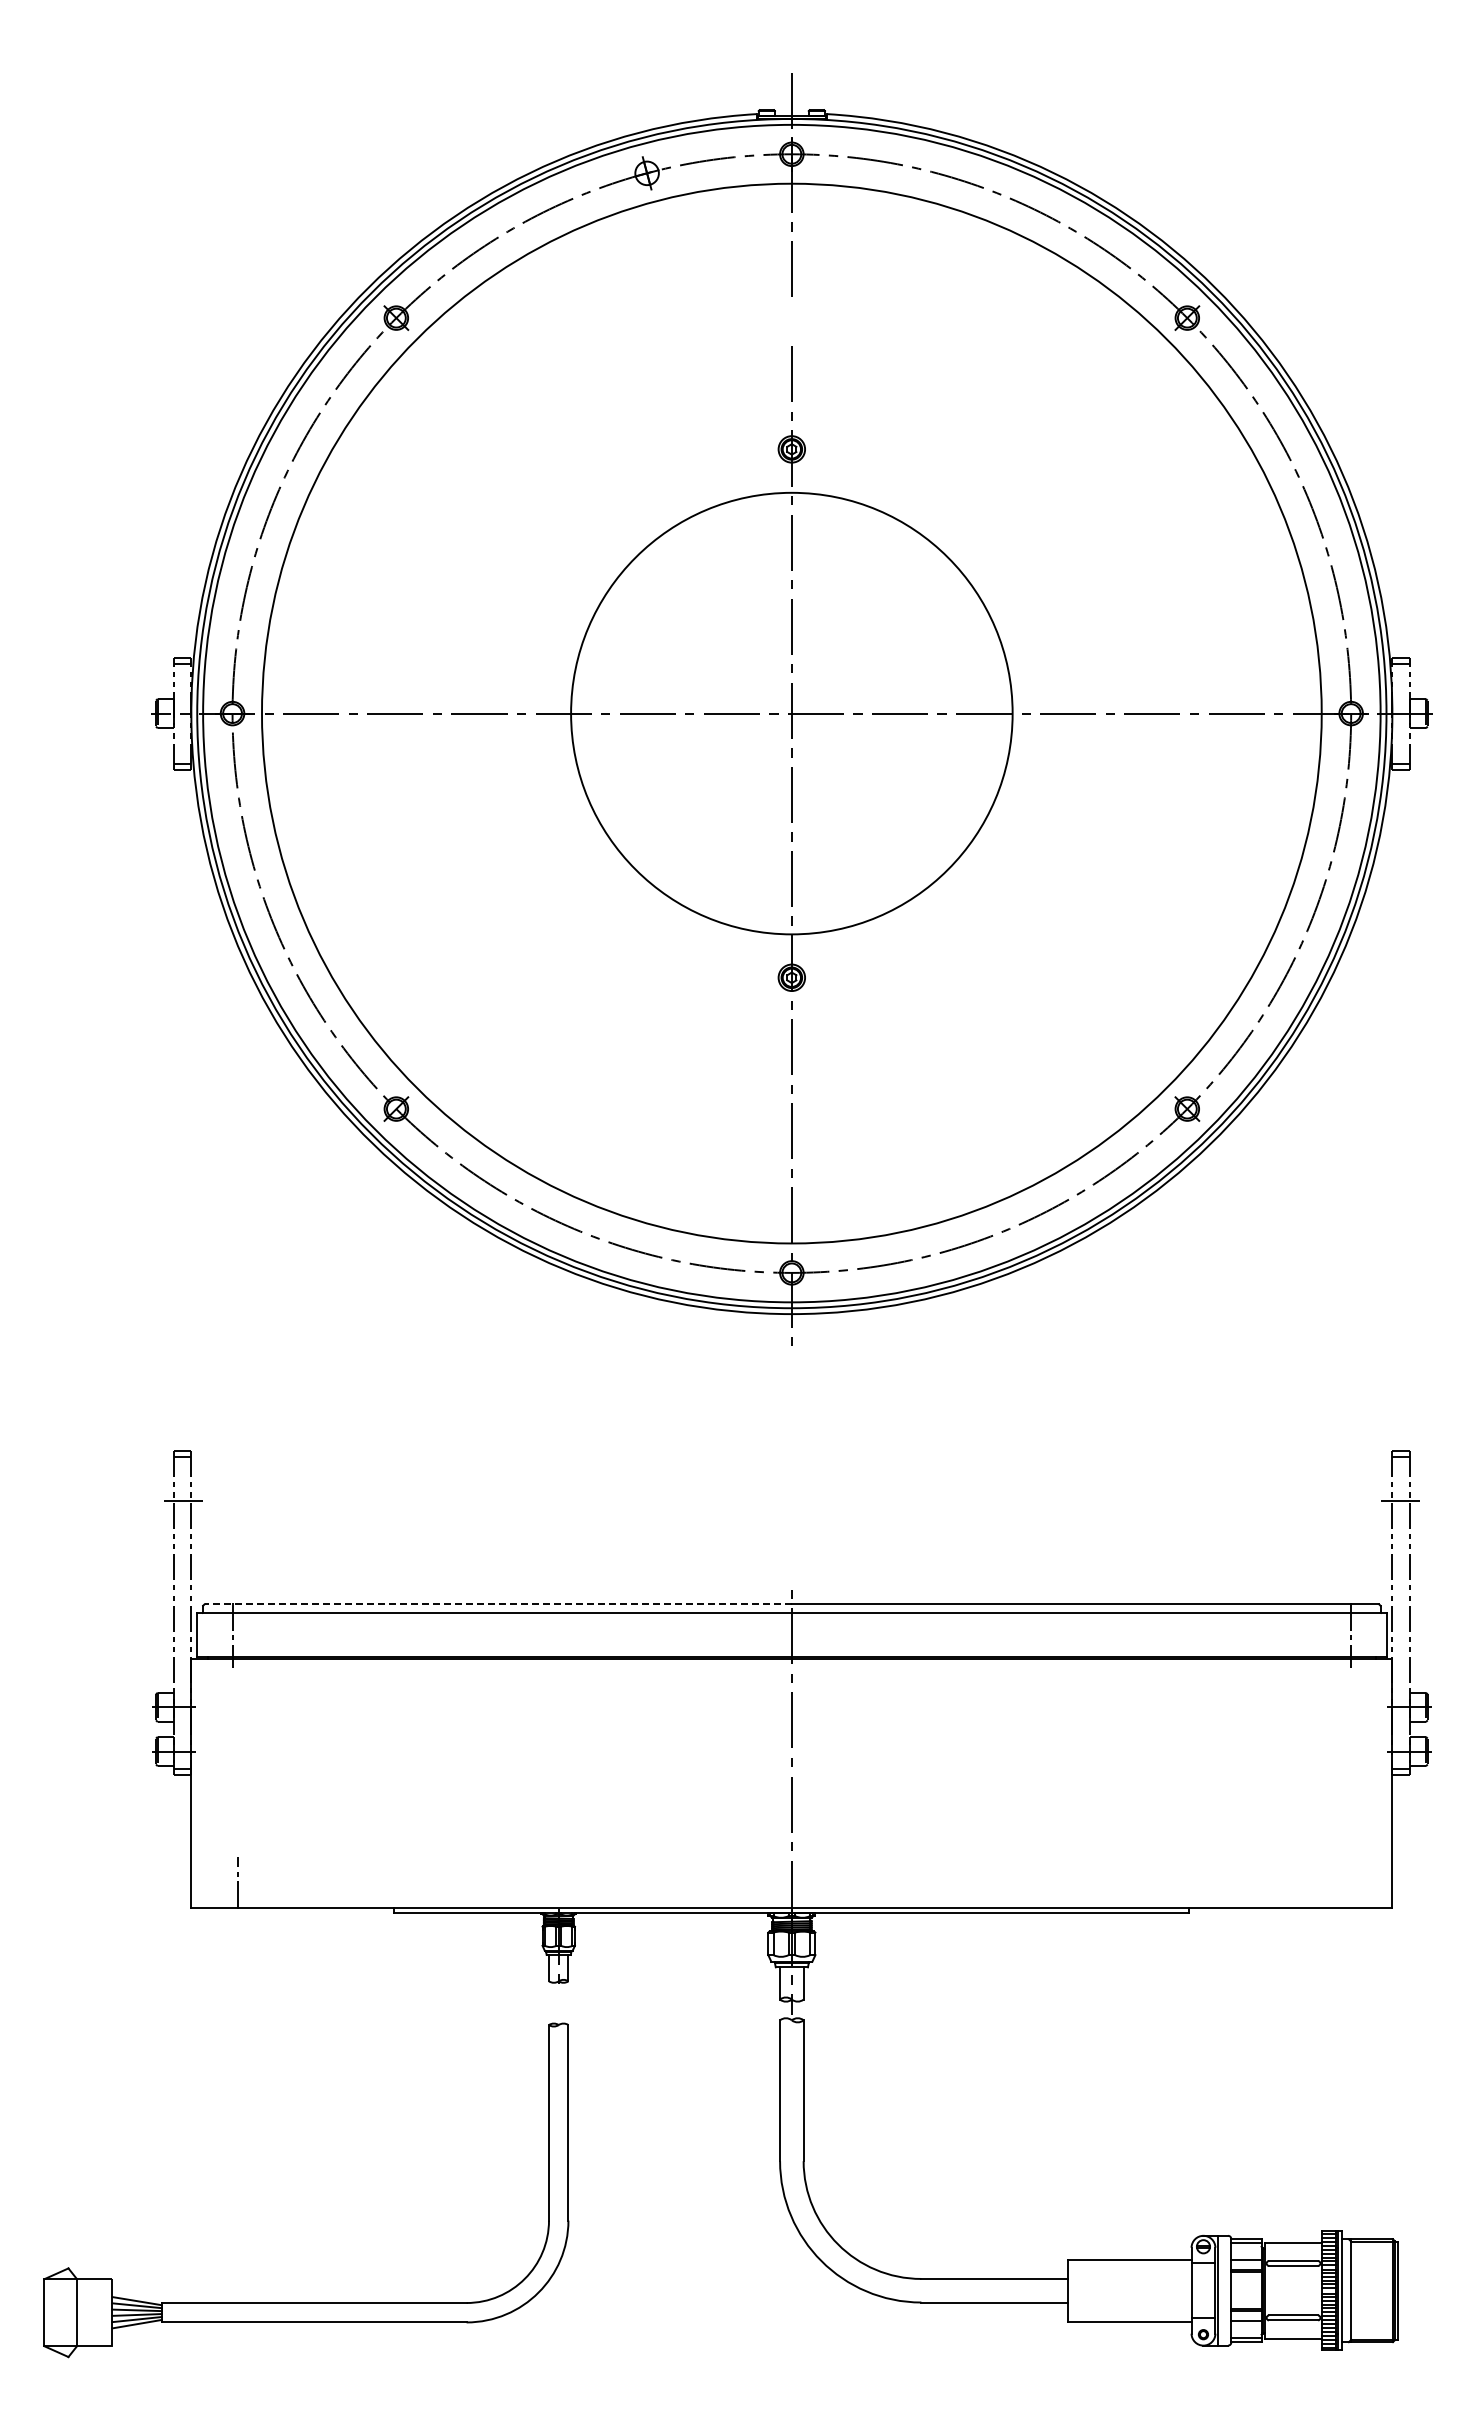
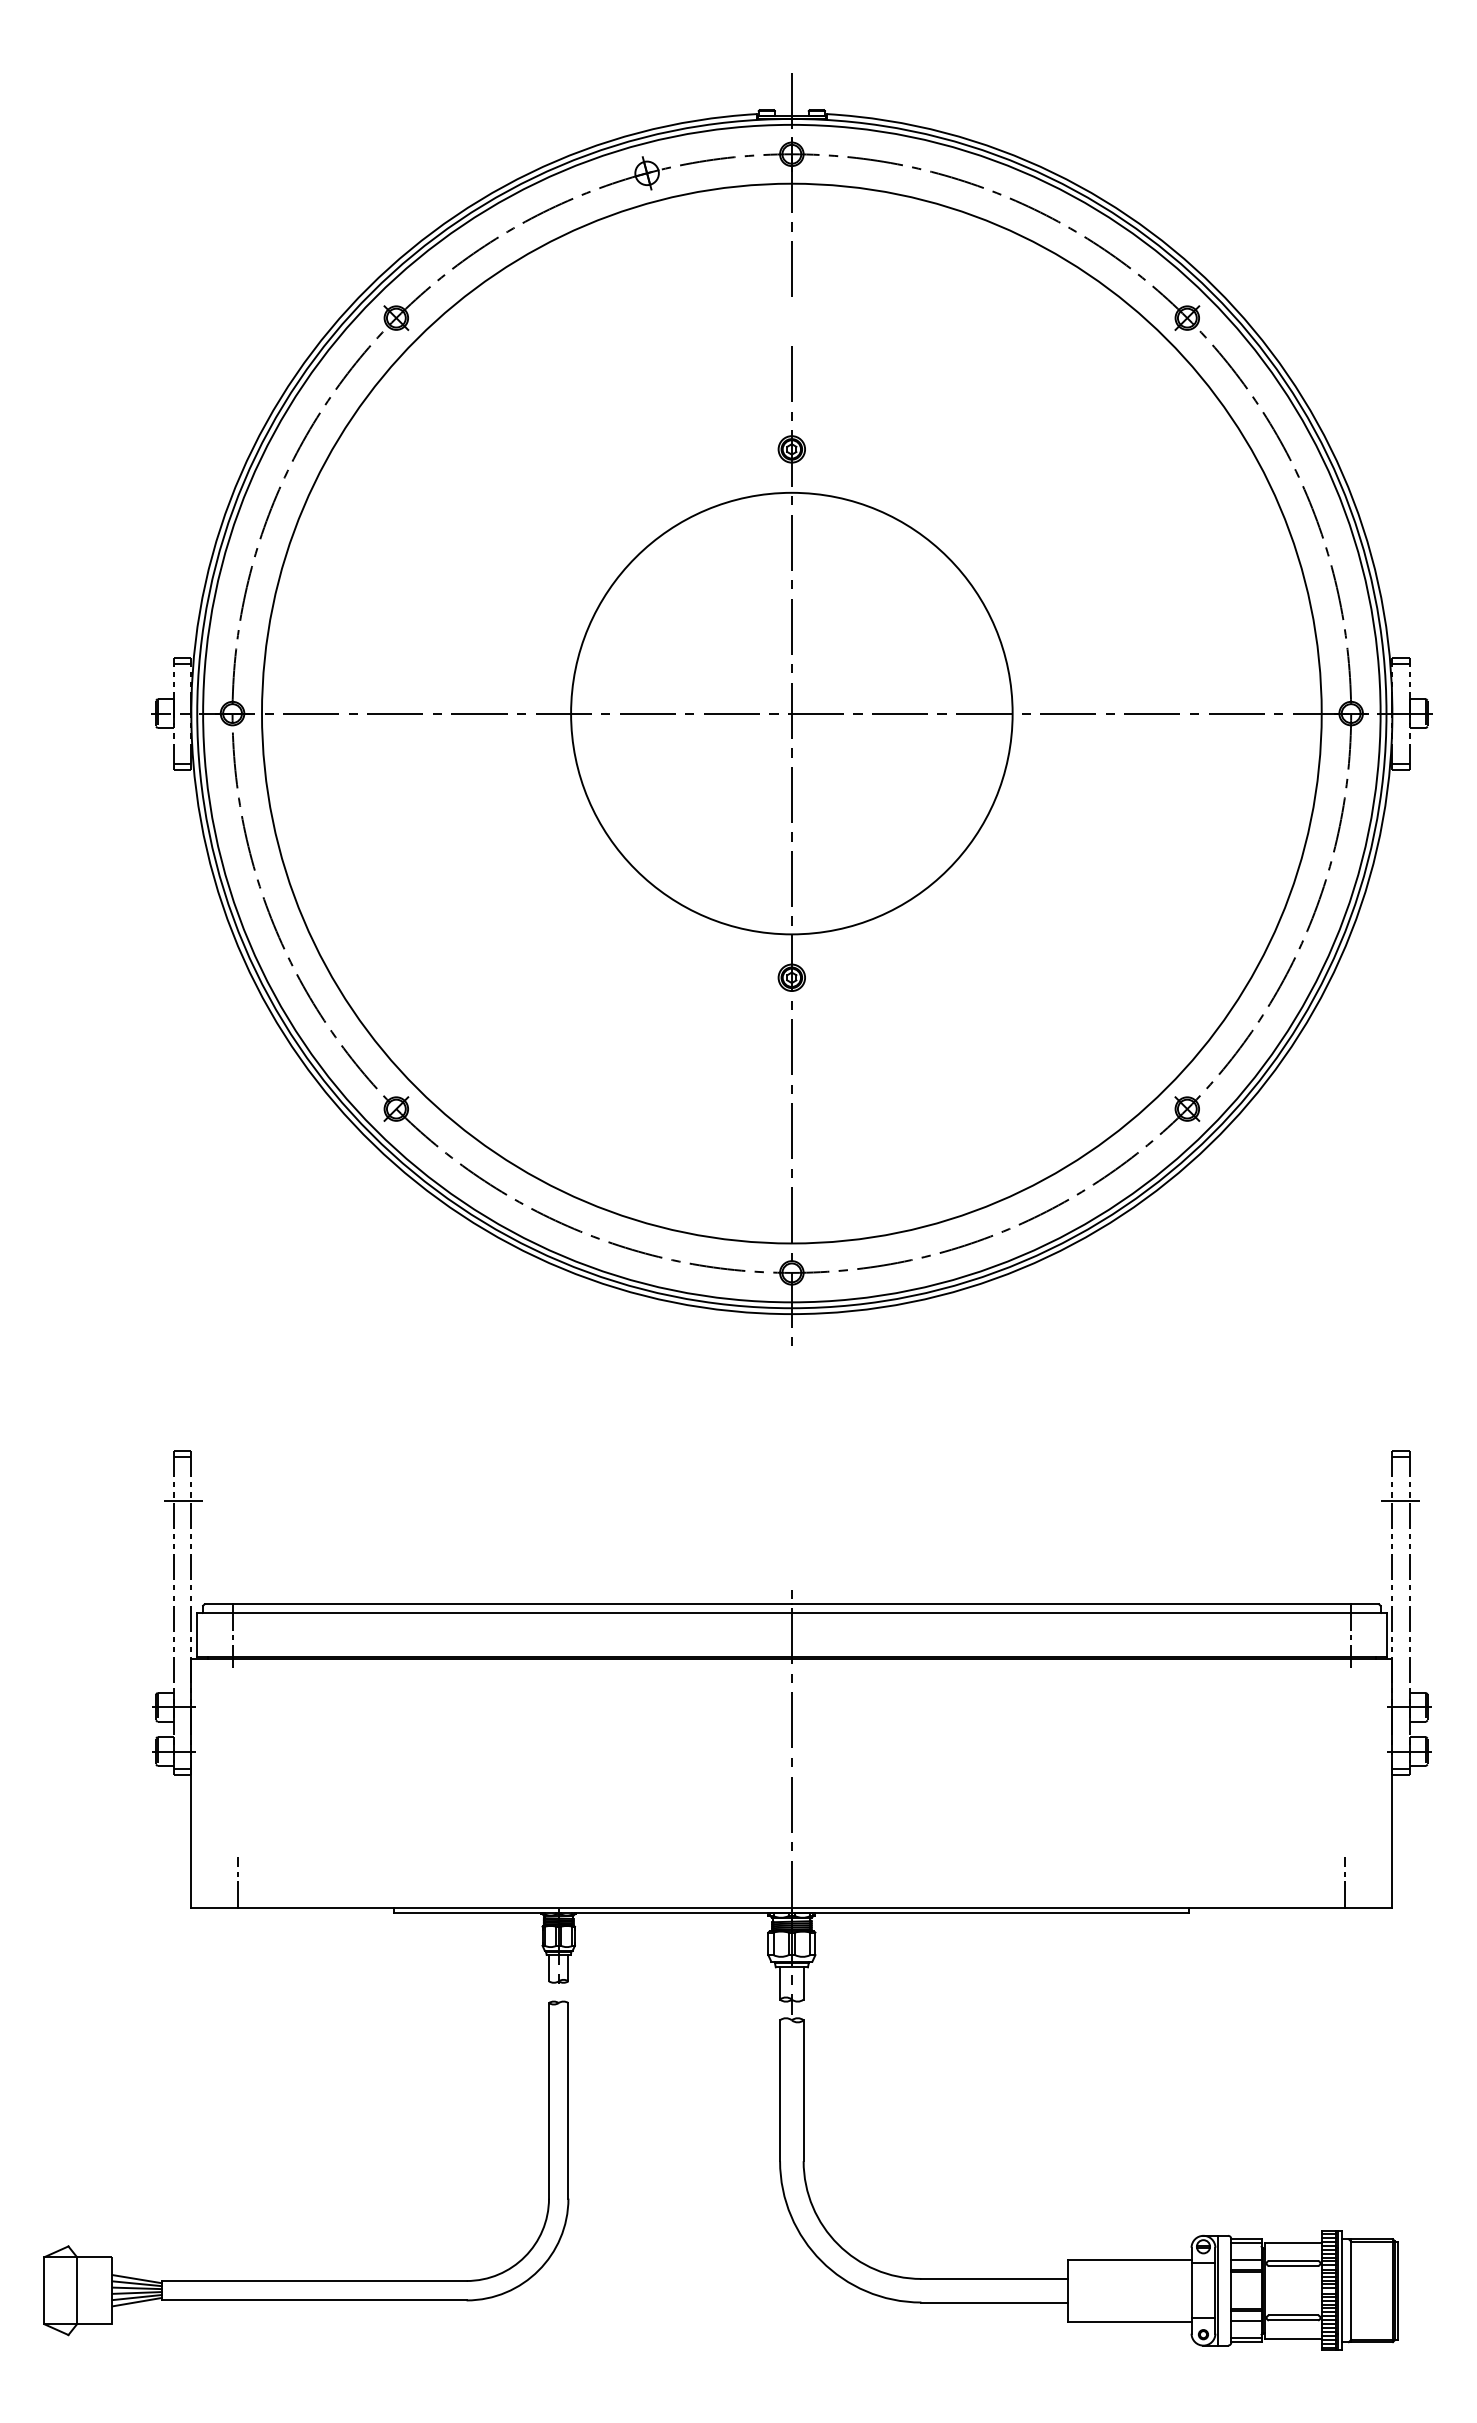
line at (498, 1604): dashed -> solid
line at (1345, 1883): none -> present
part at (306, 2302) position: (306, 2302) -> (306, 2280)
